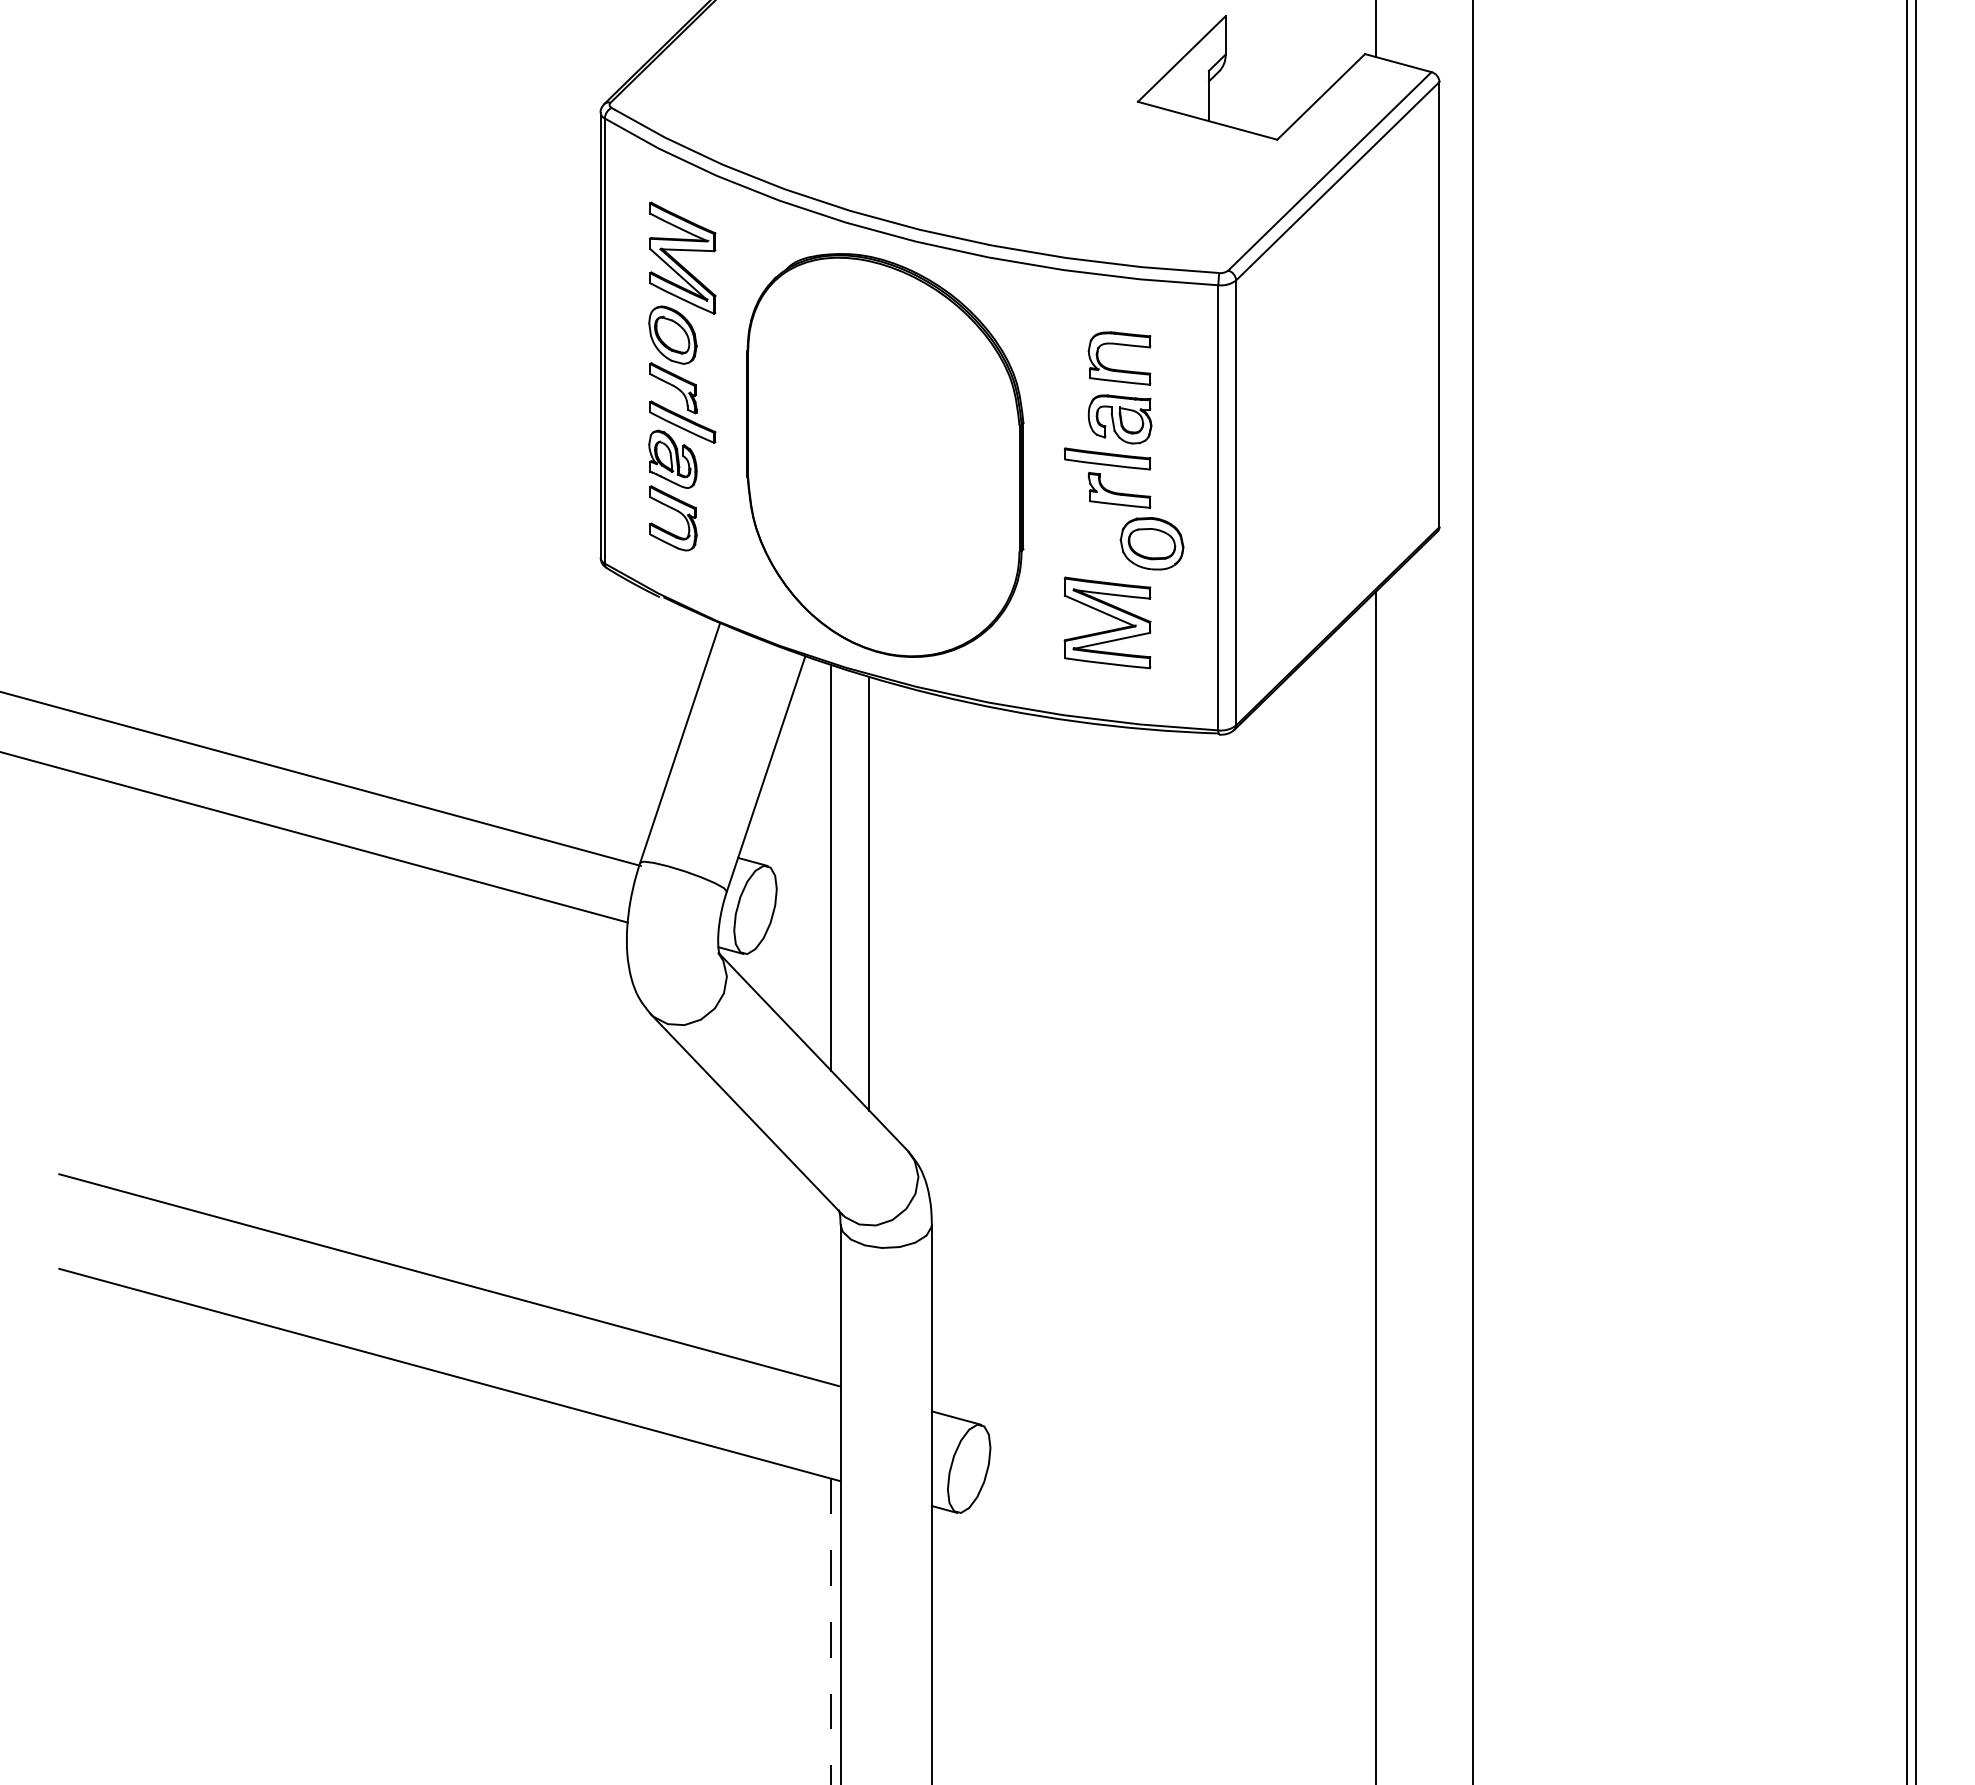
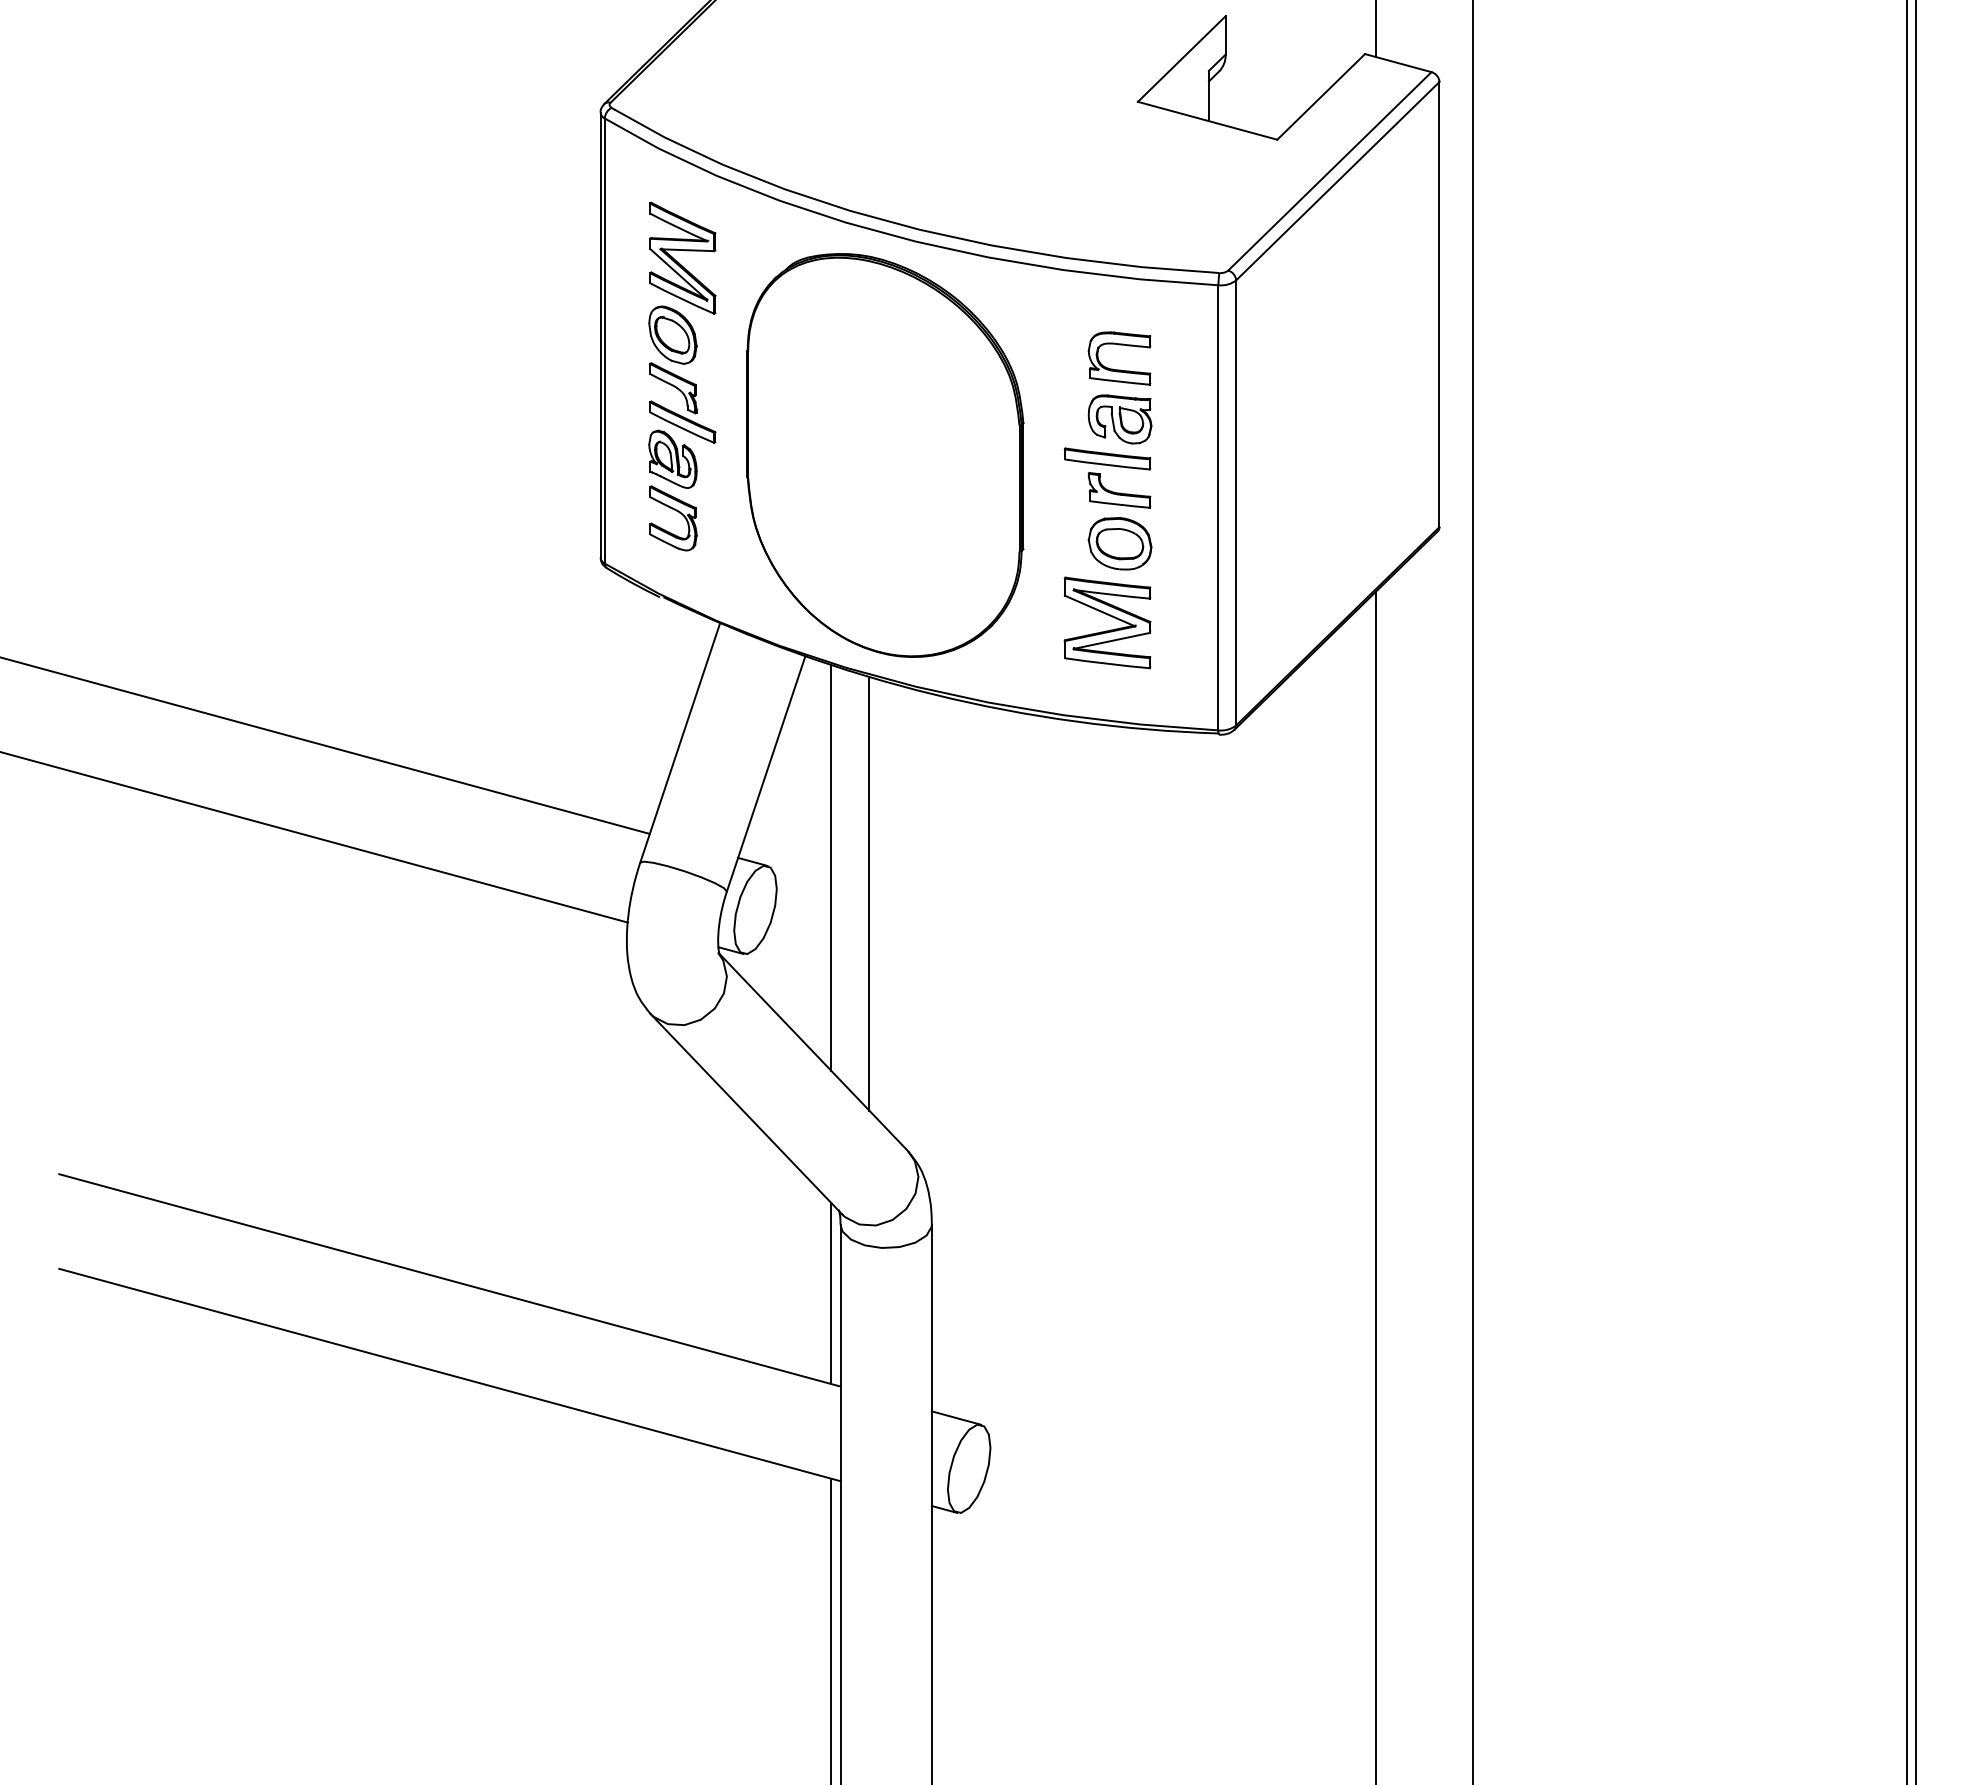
part at (1151, 543) position: (1151, 543) -> (1119, 543)
line at (321, 778) position: (321, 778) -> (325, 745)
line at (831, 1293): none -> present
line at (831, 1631): dashed -> solid
